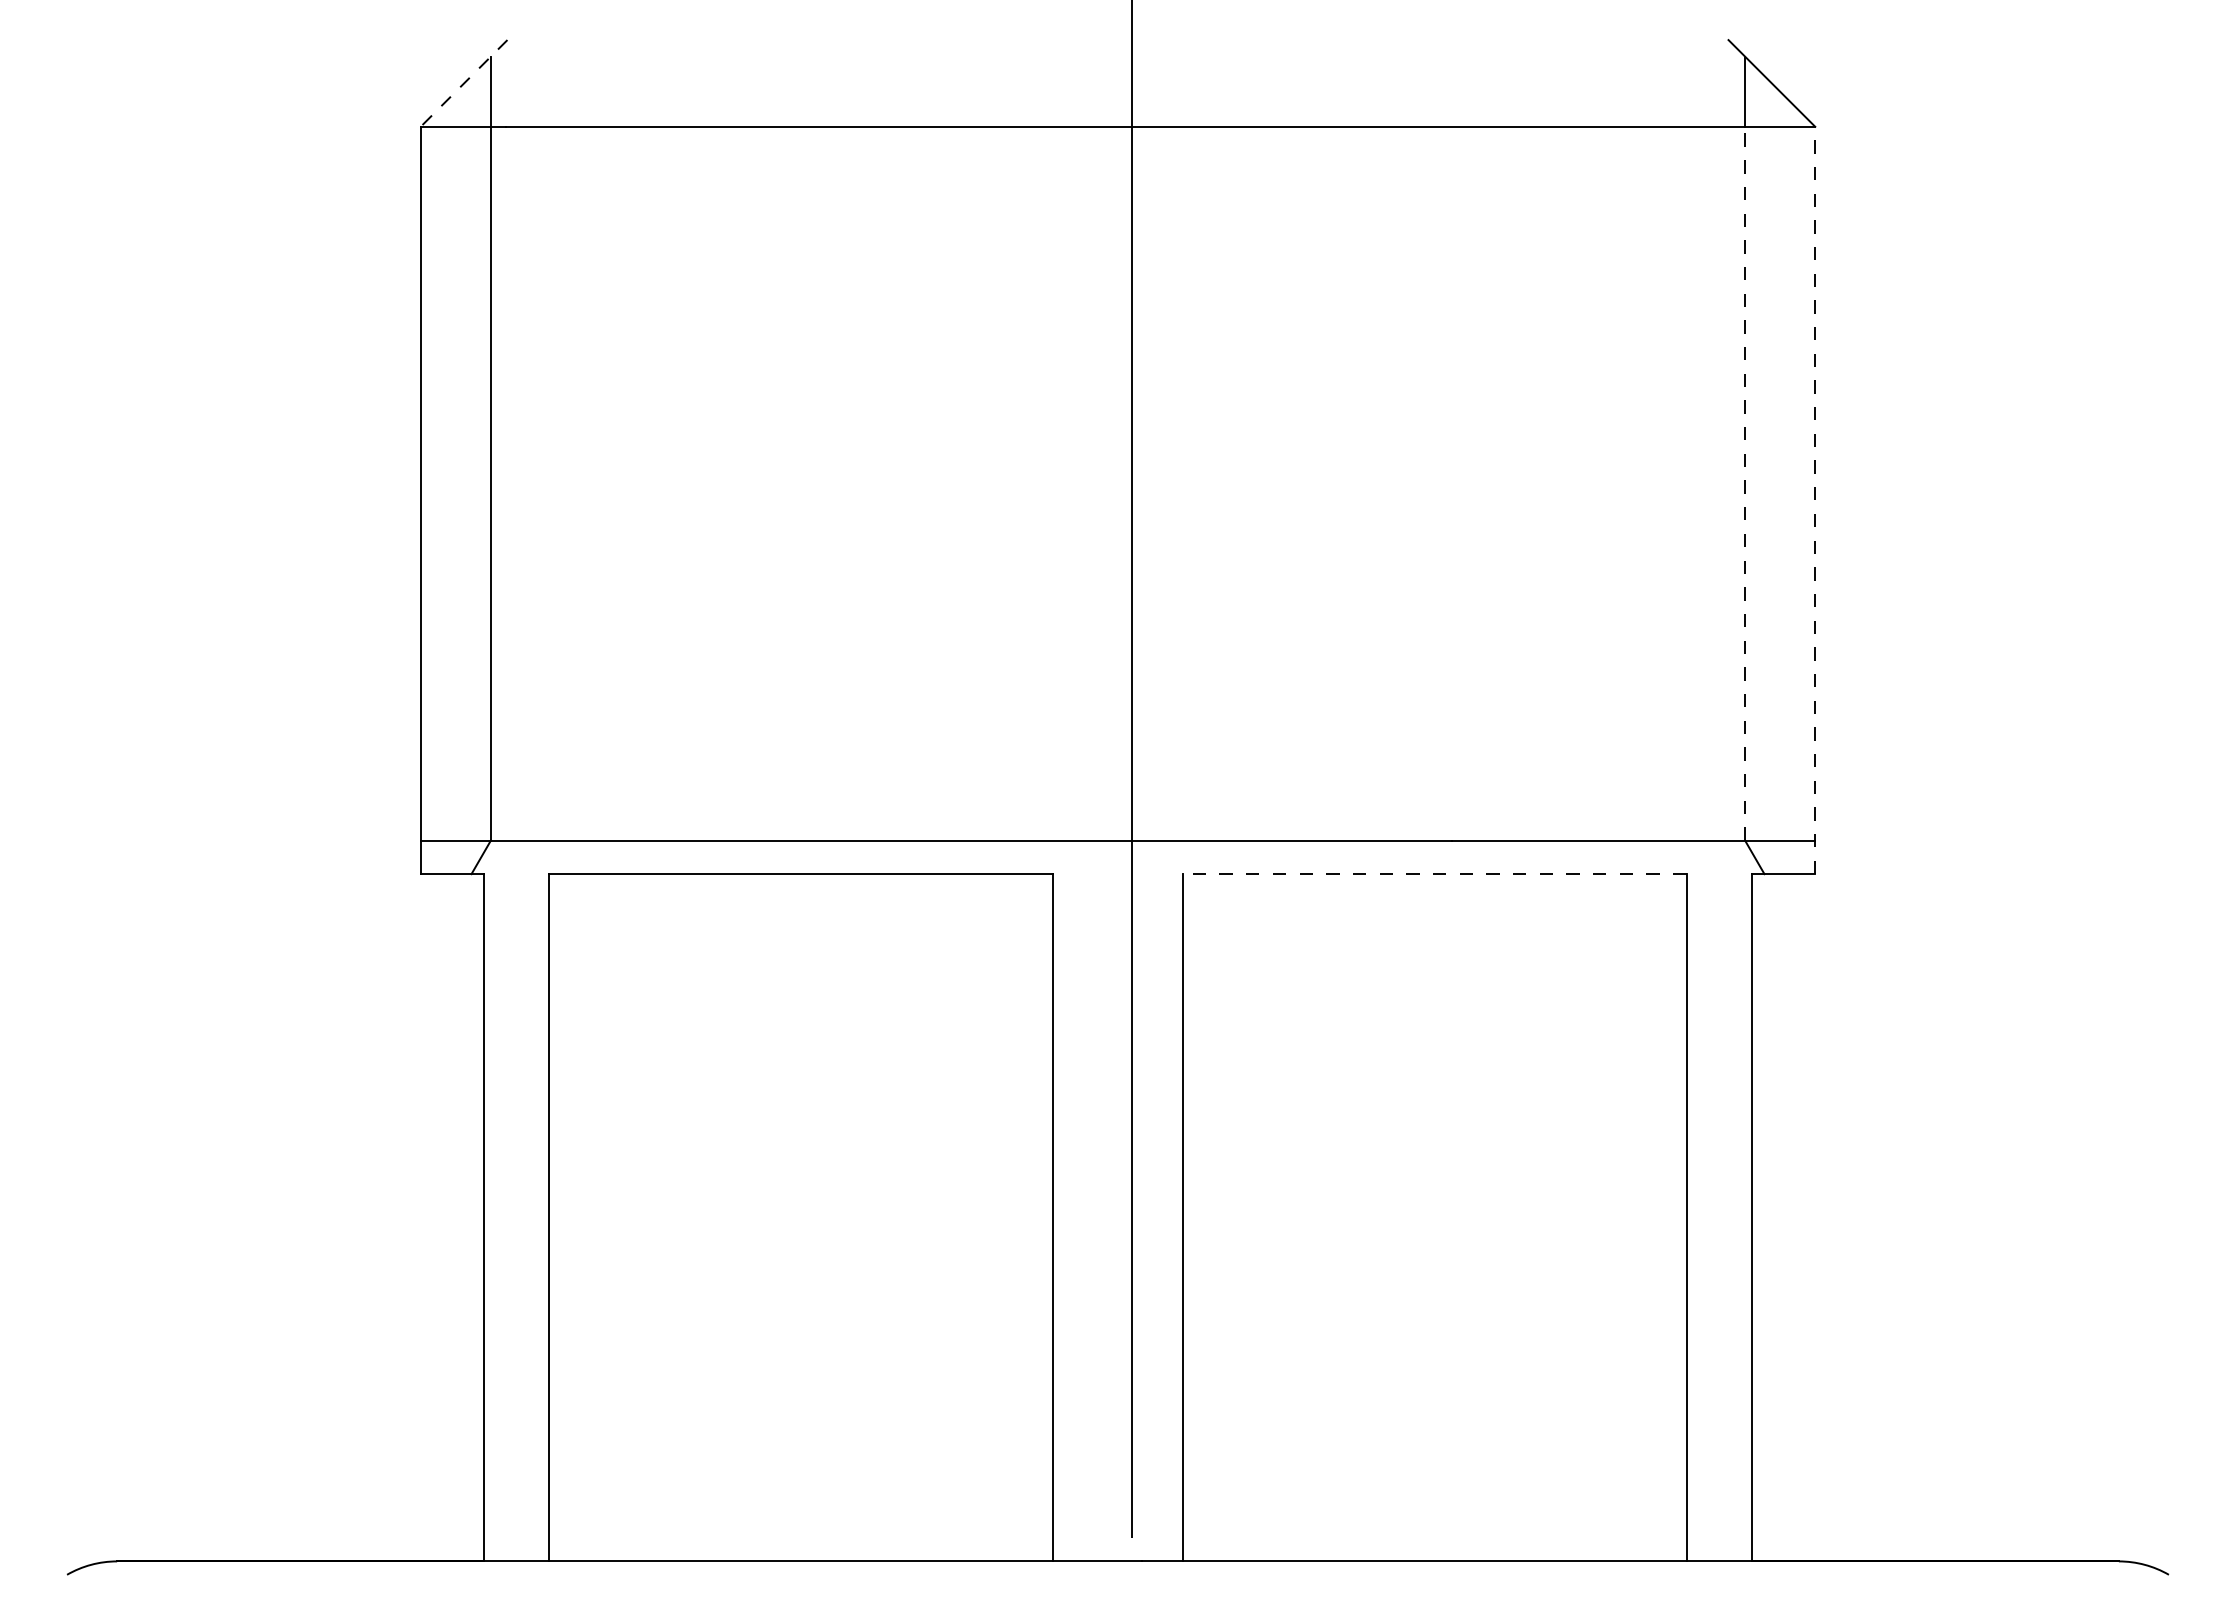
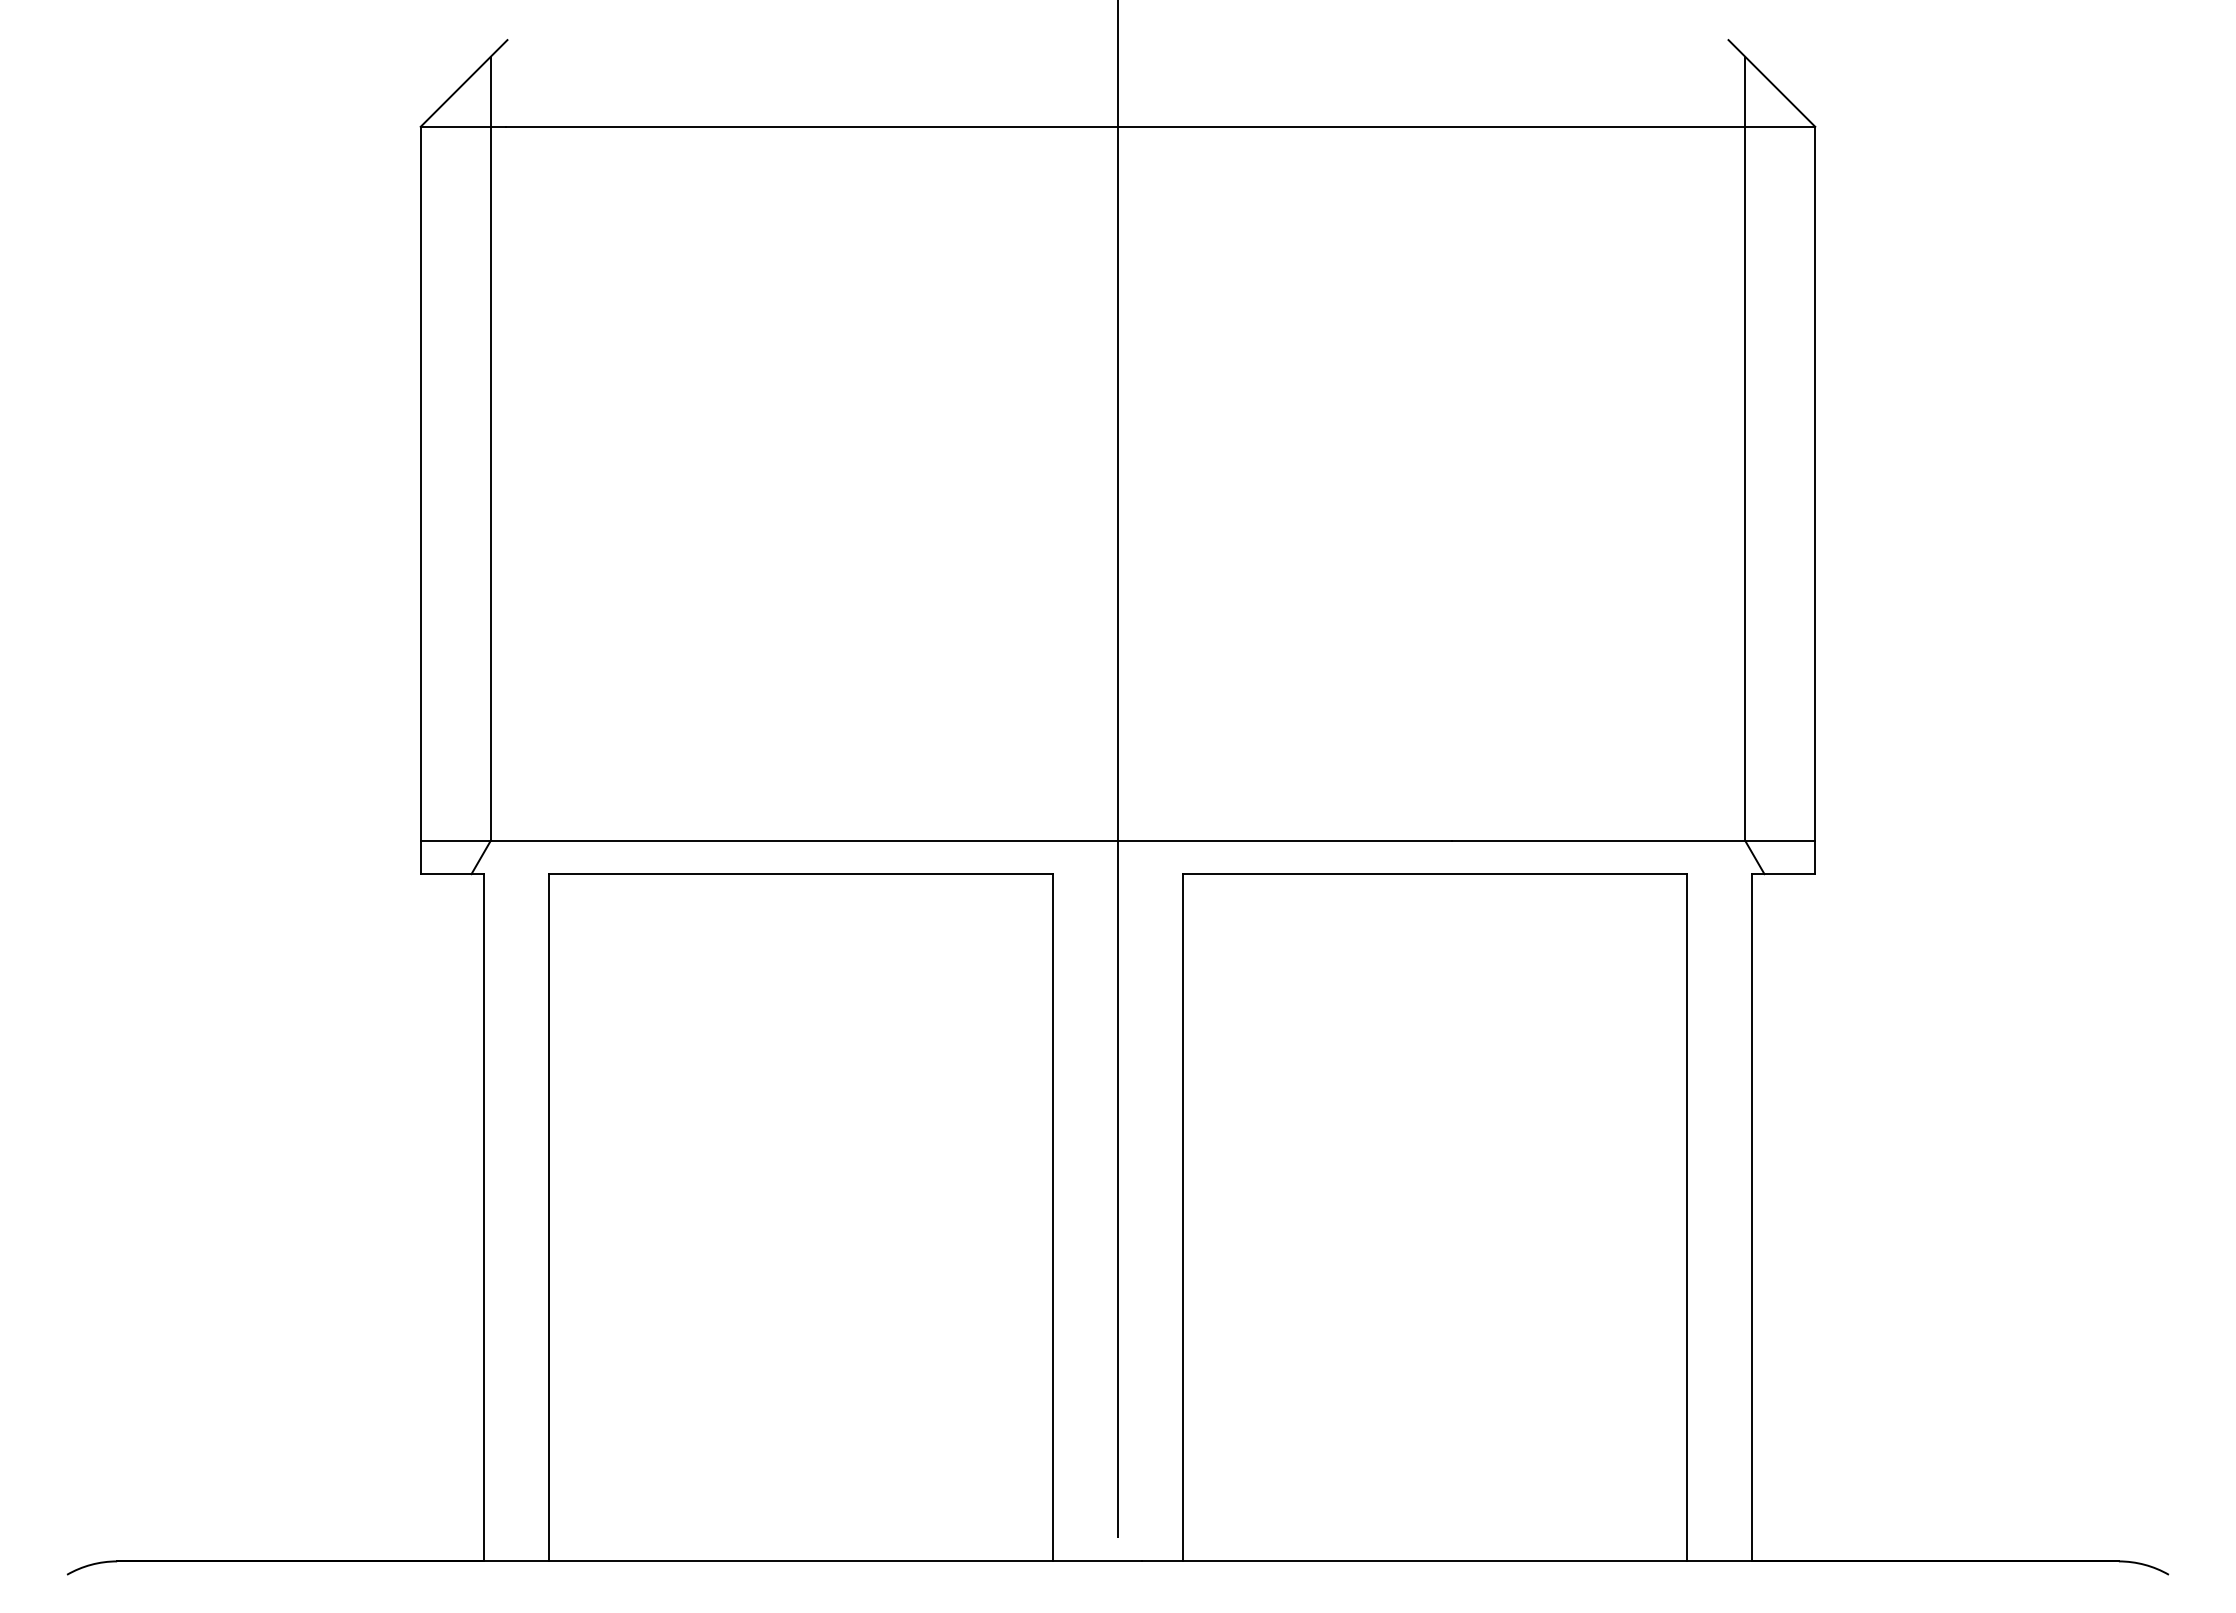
line at (463, 83): dashed -> solid
line at (1745, 483): dashed -> solid
line at (1815, 500): dashed -> solid
line at (1132, 805) position: (1132, 805) -> (1118, 805)
line at (1434, 874): dashed -> solid
